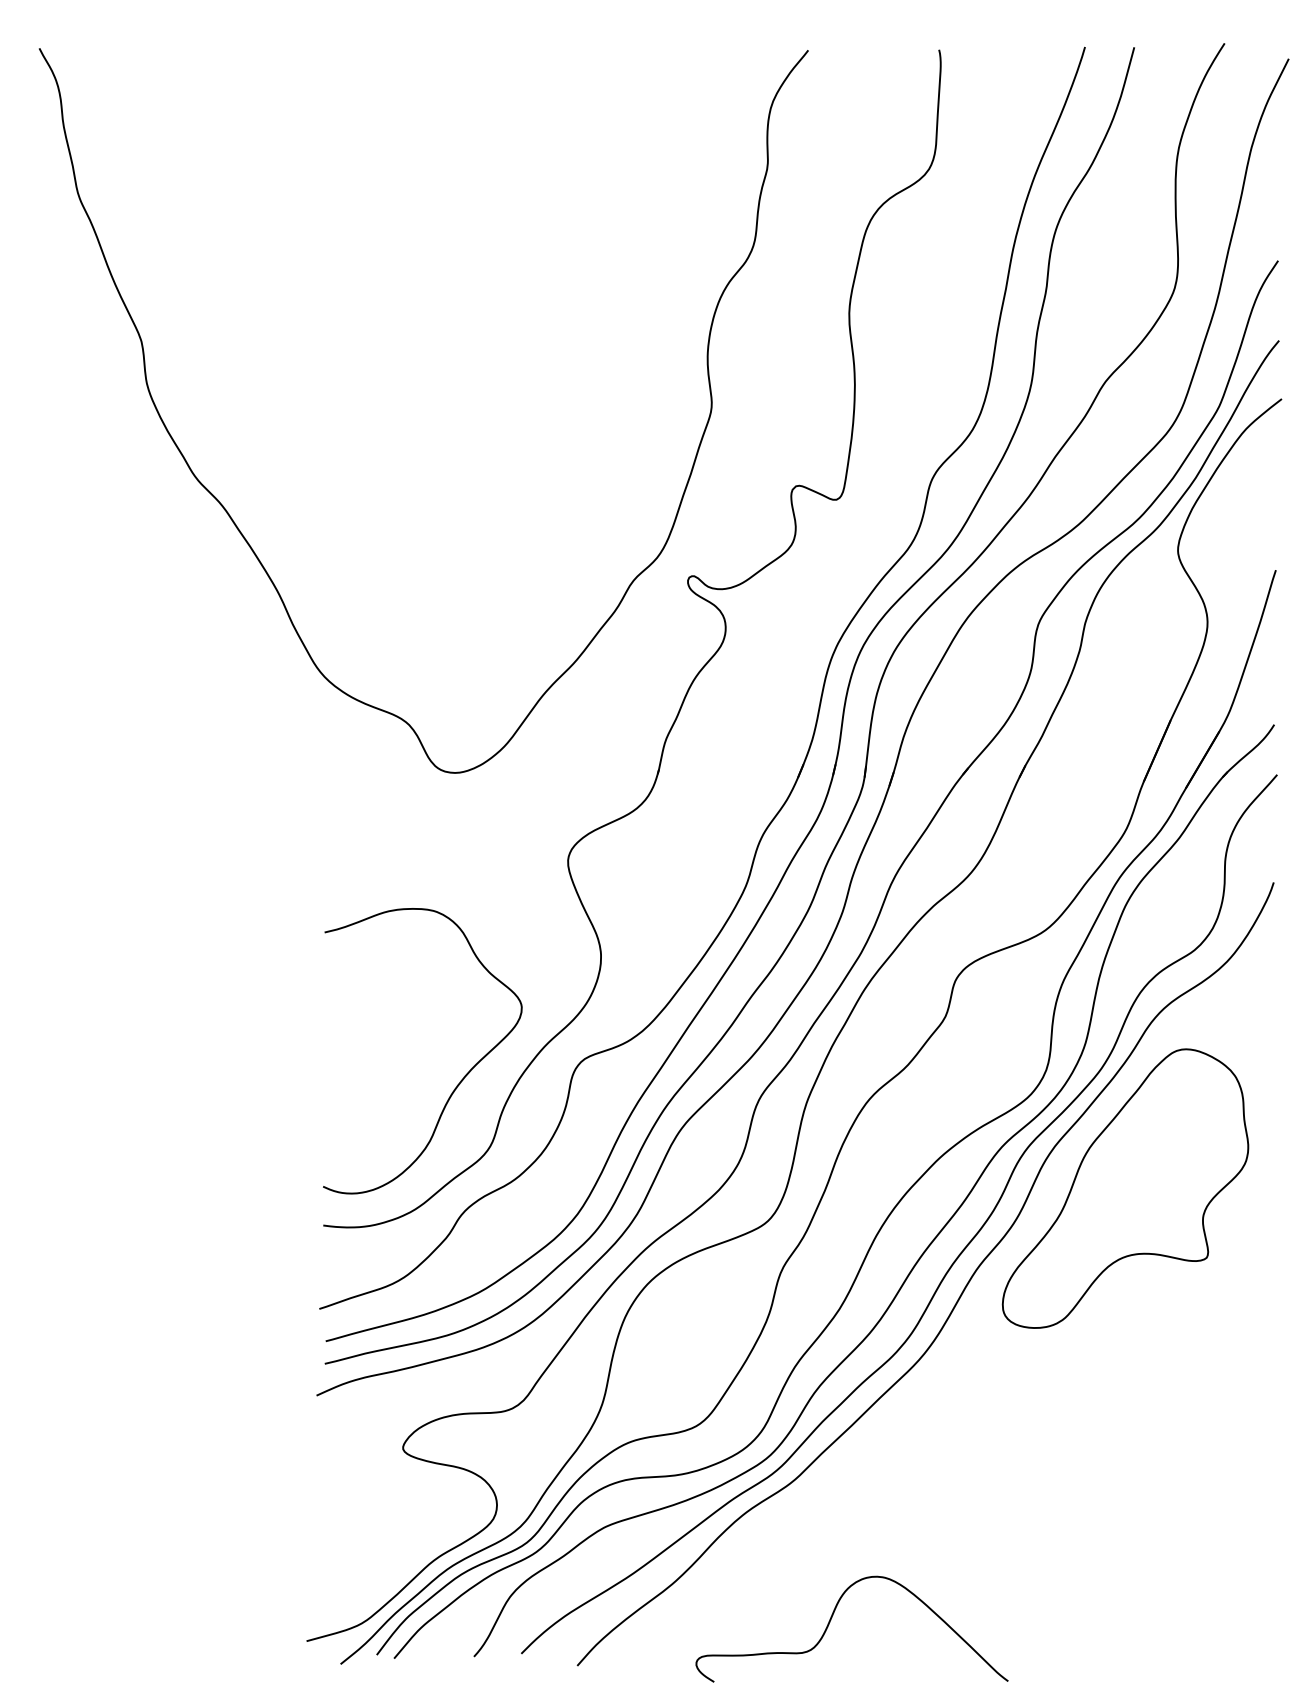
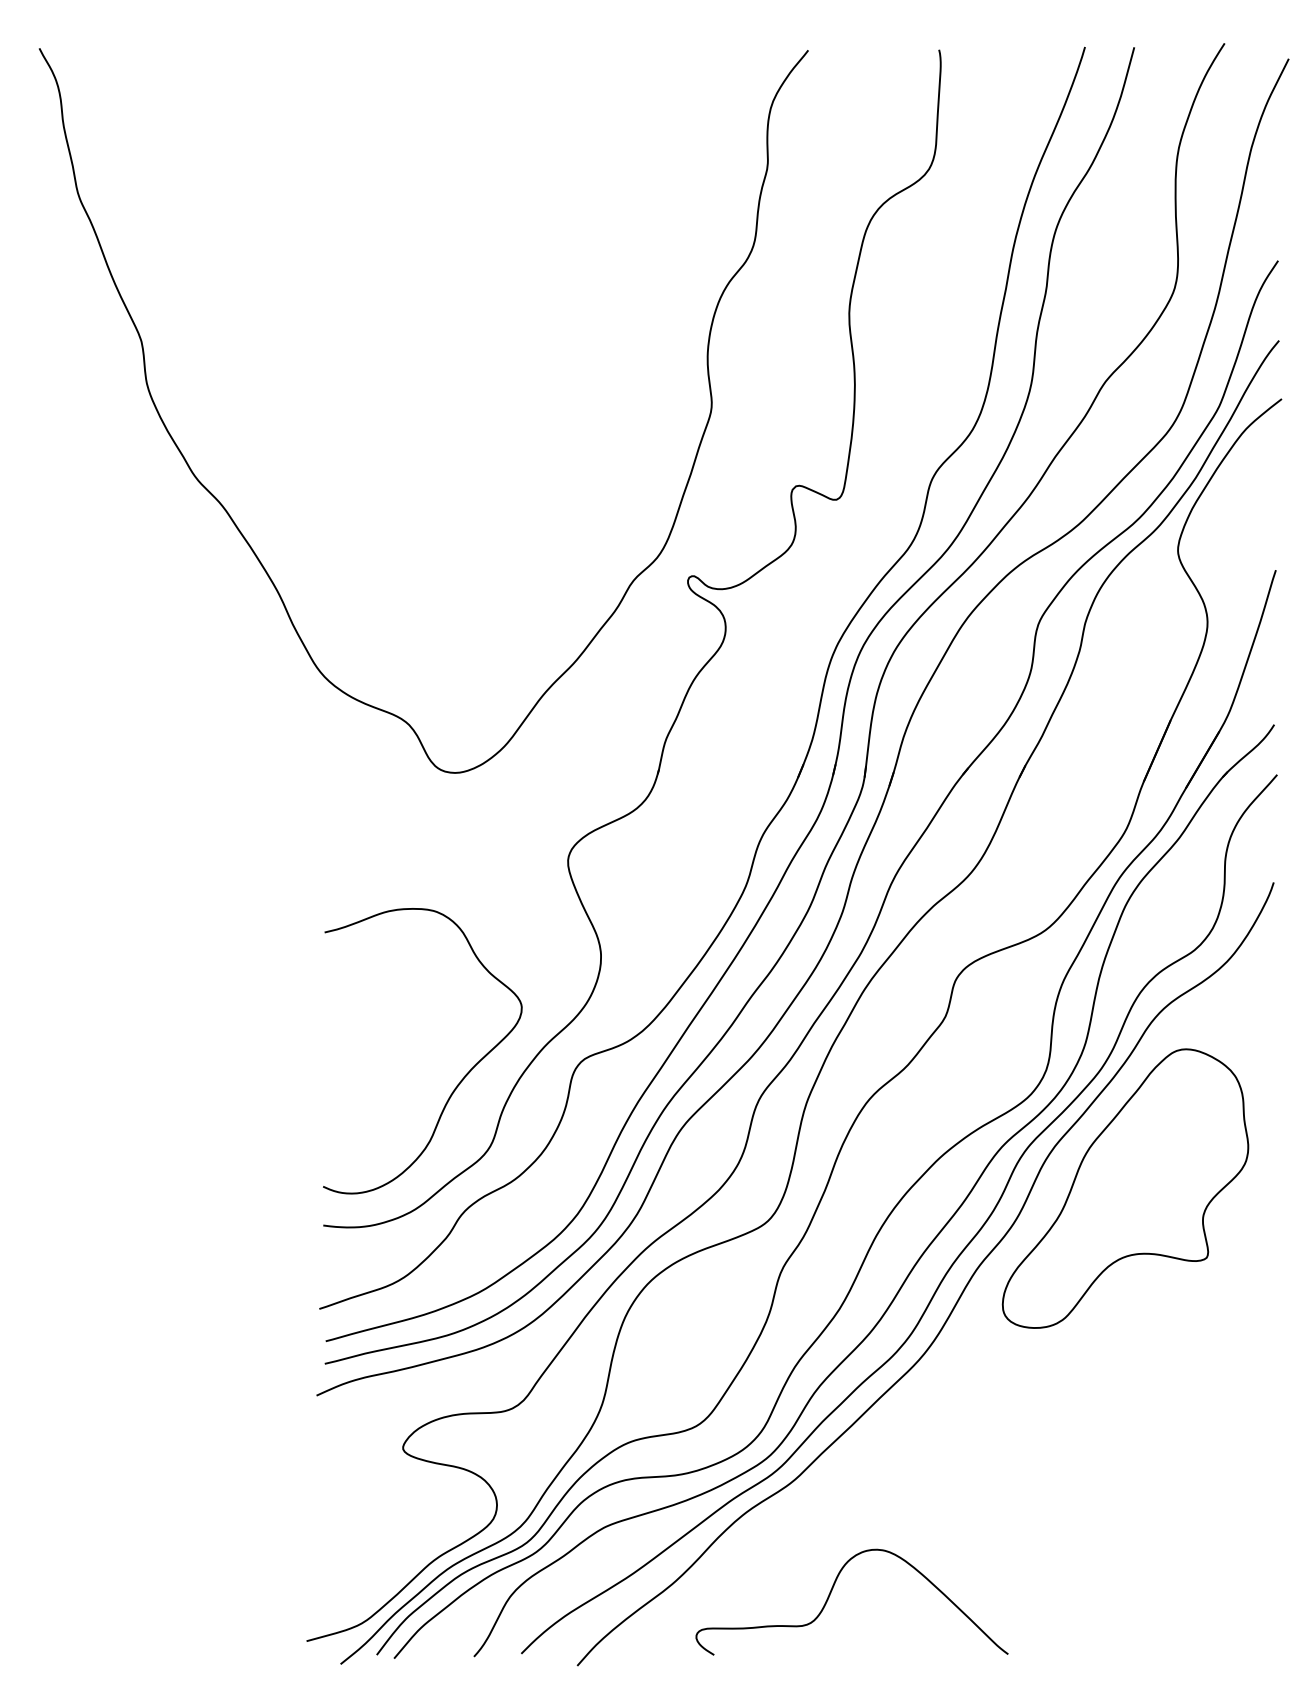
curve at (831, 1620) position: (831, 1620) -> (831, 1593)
